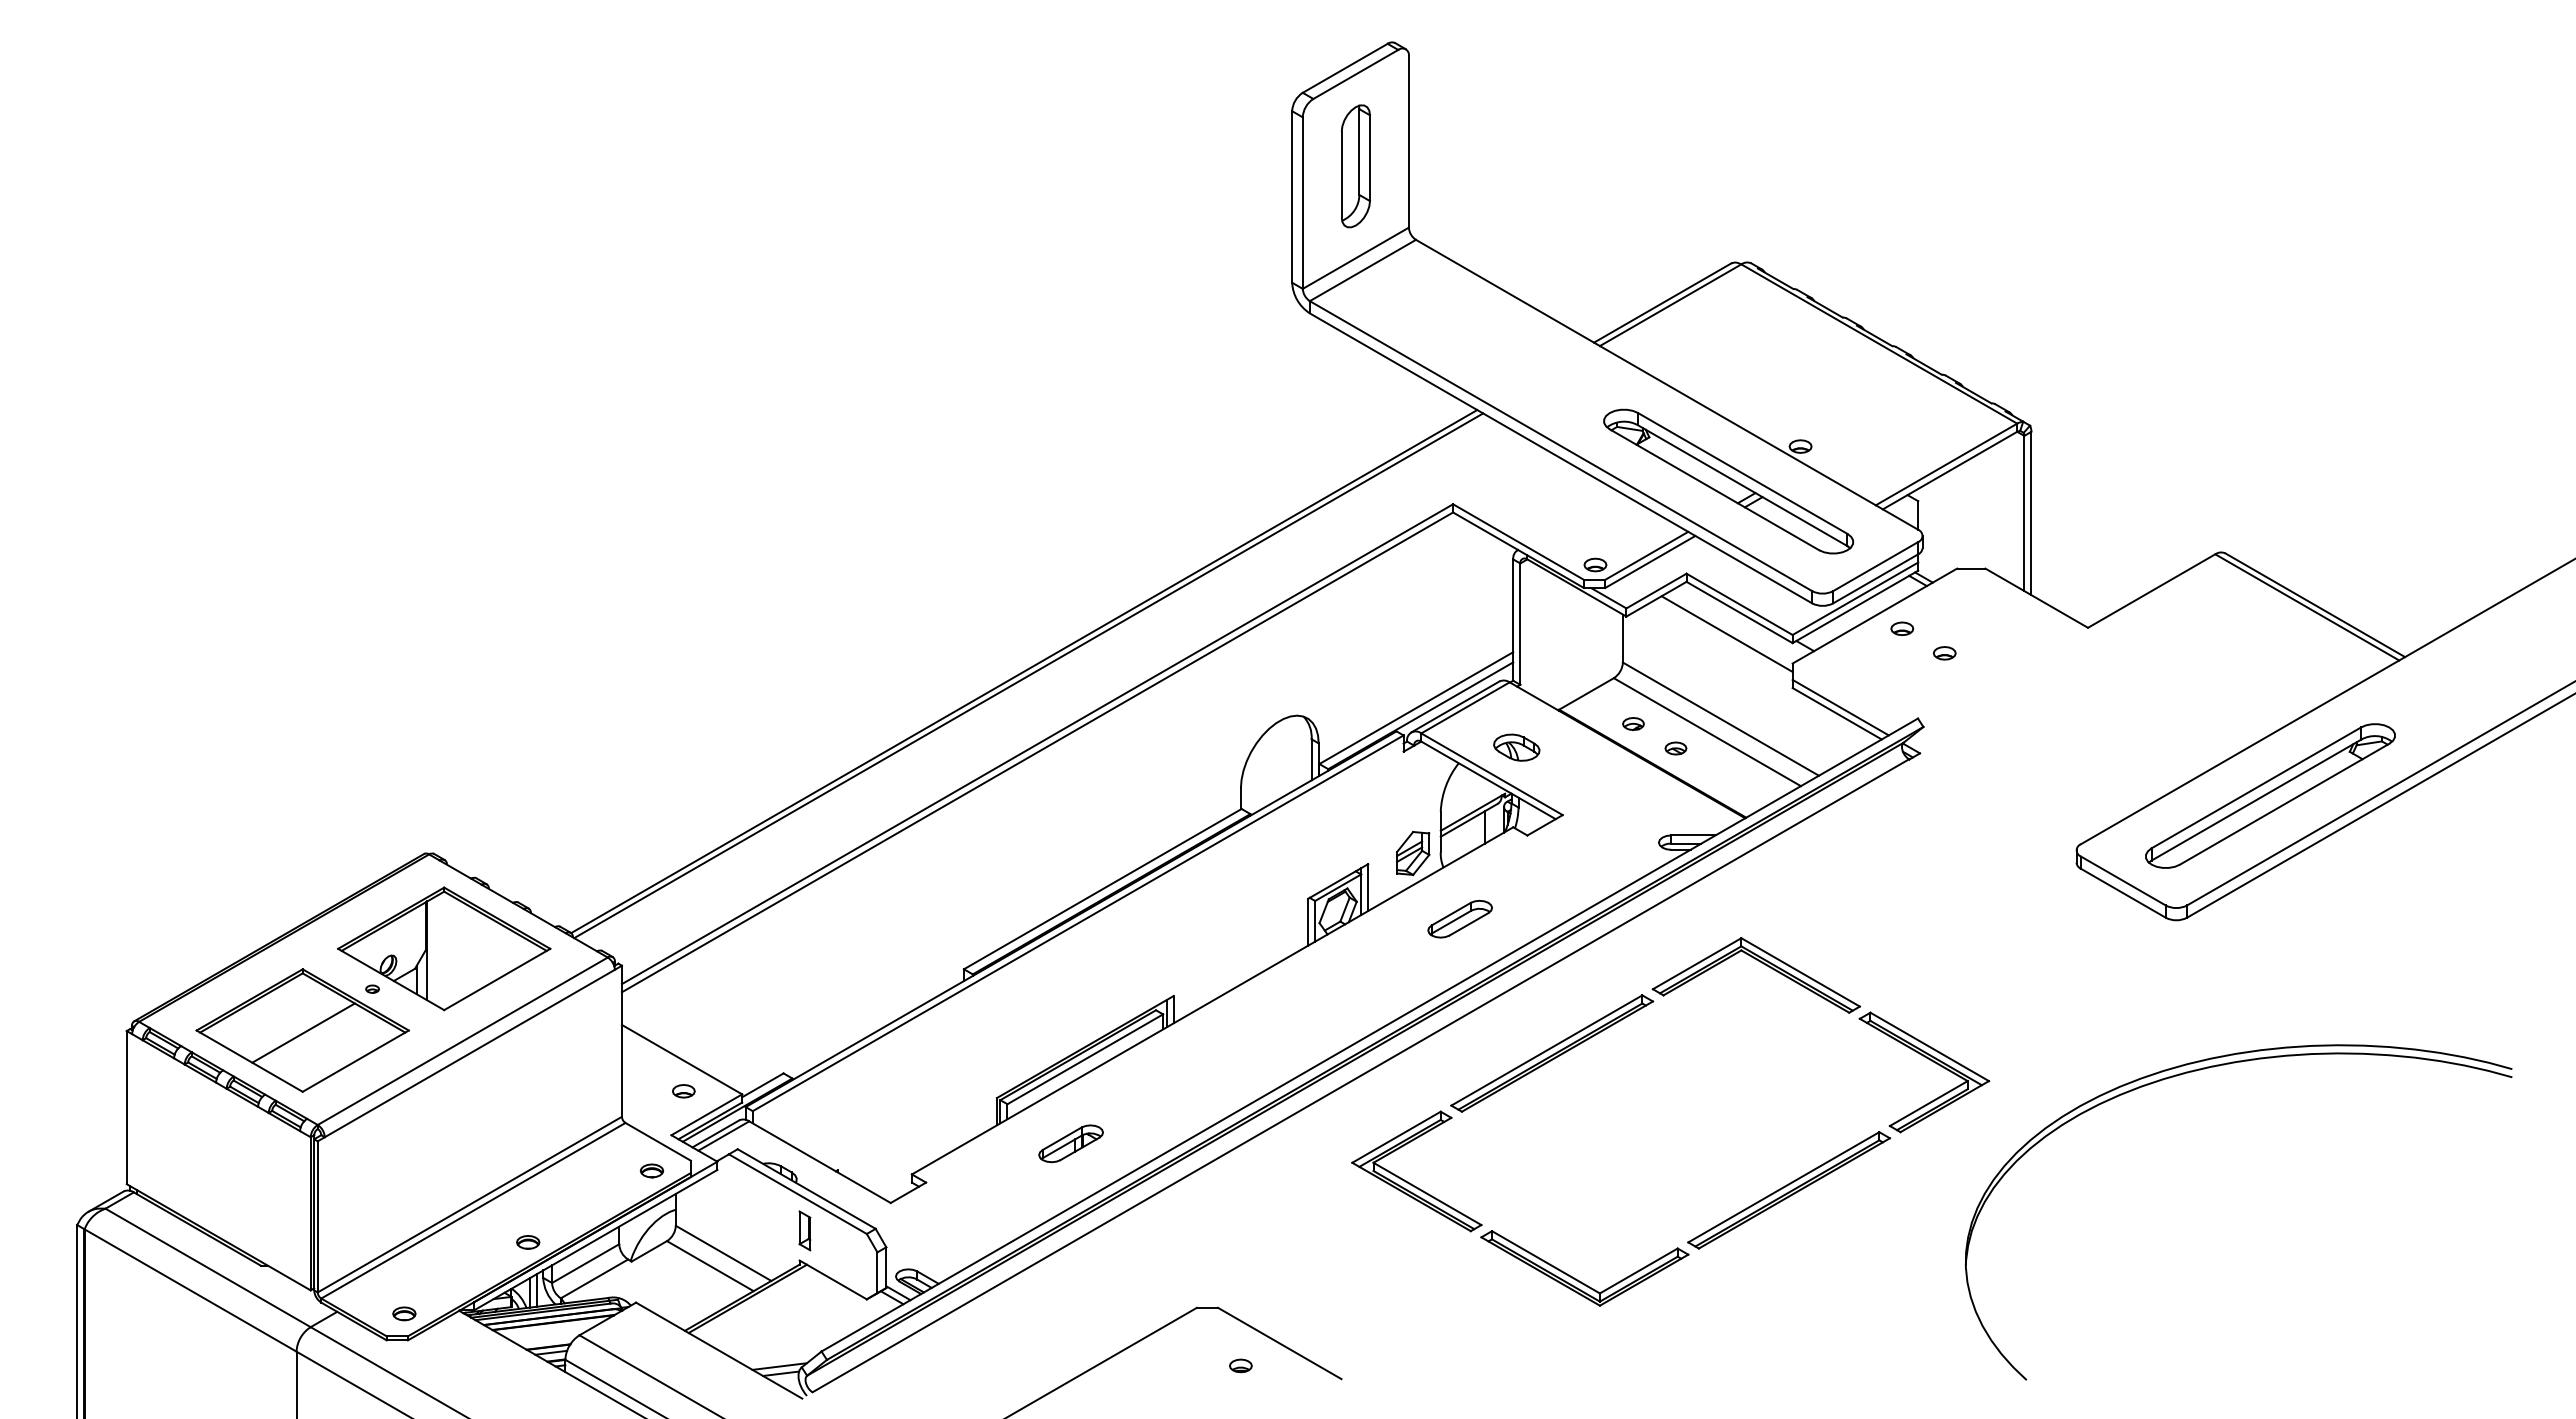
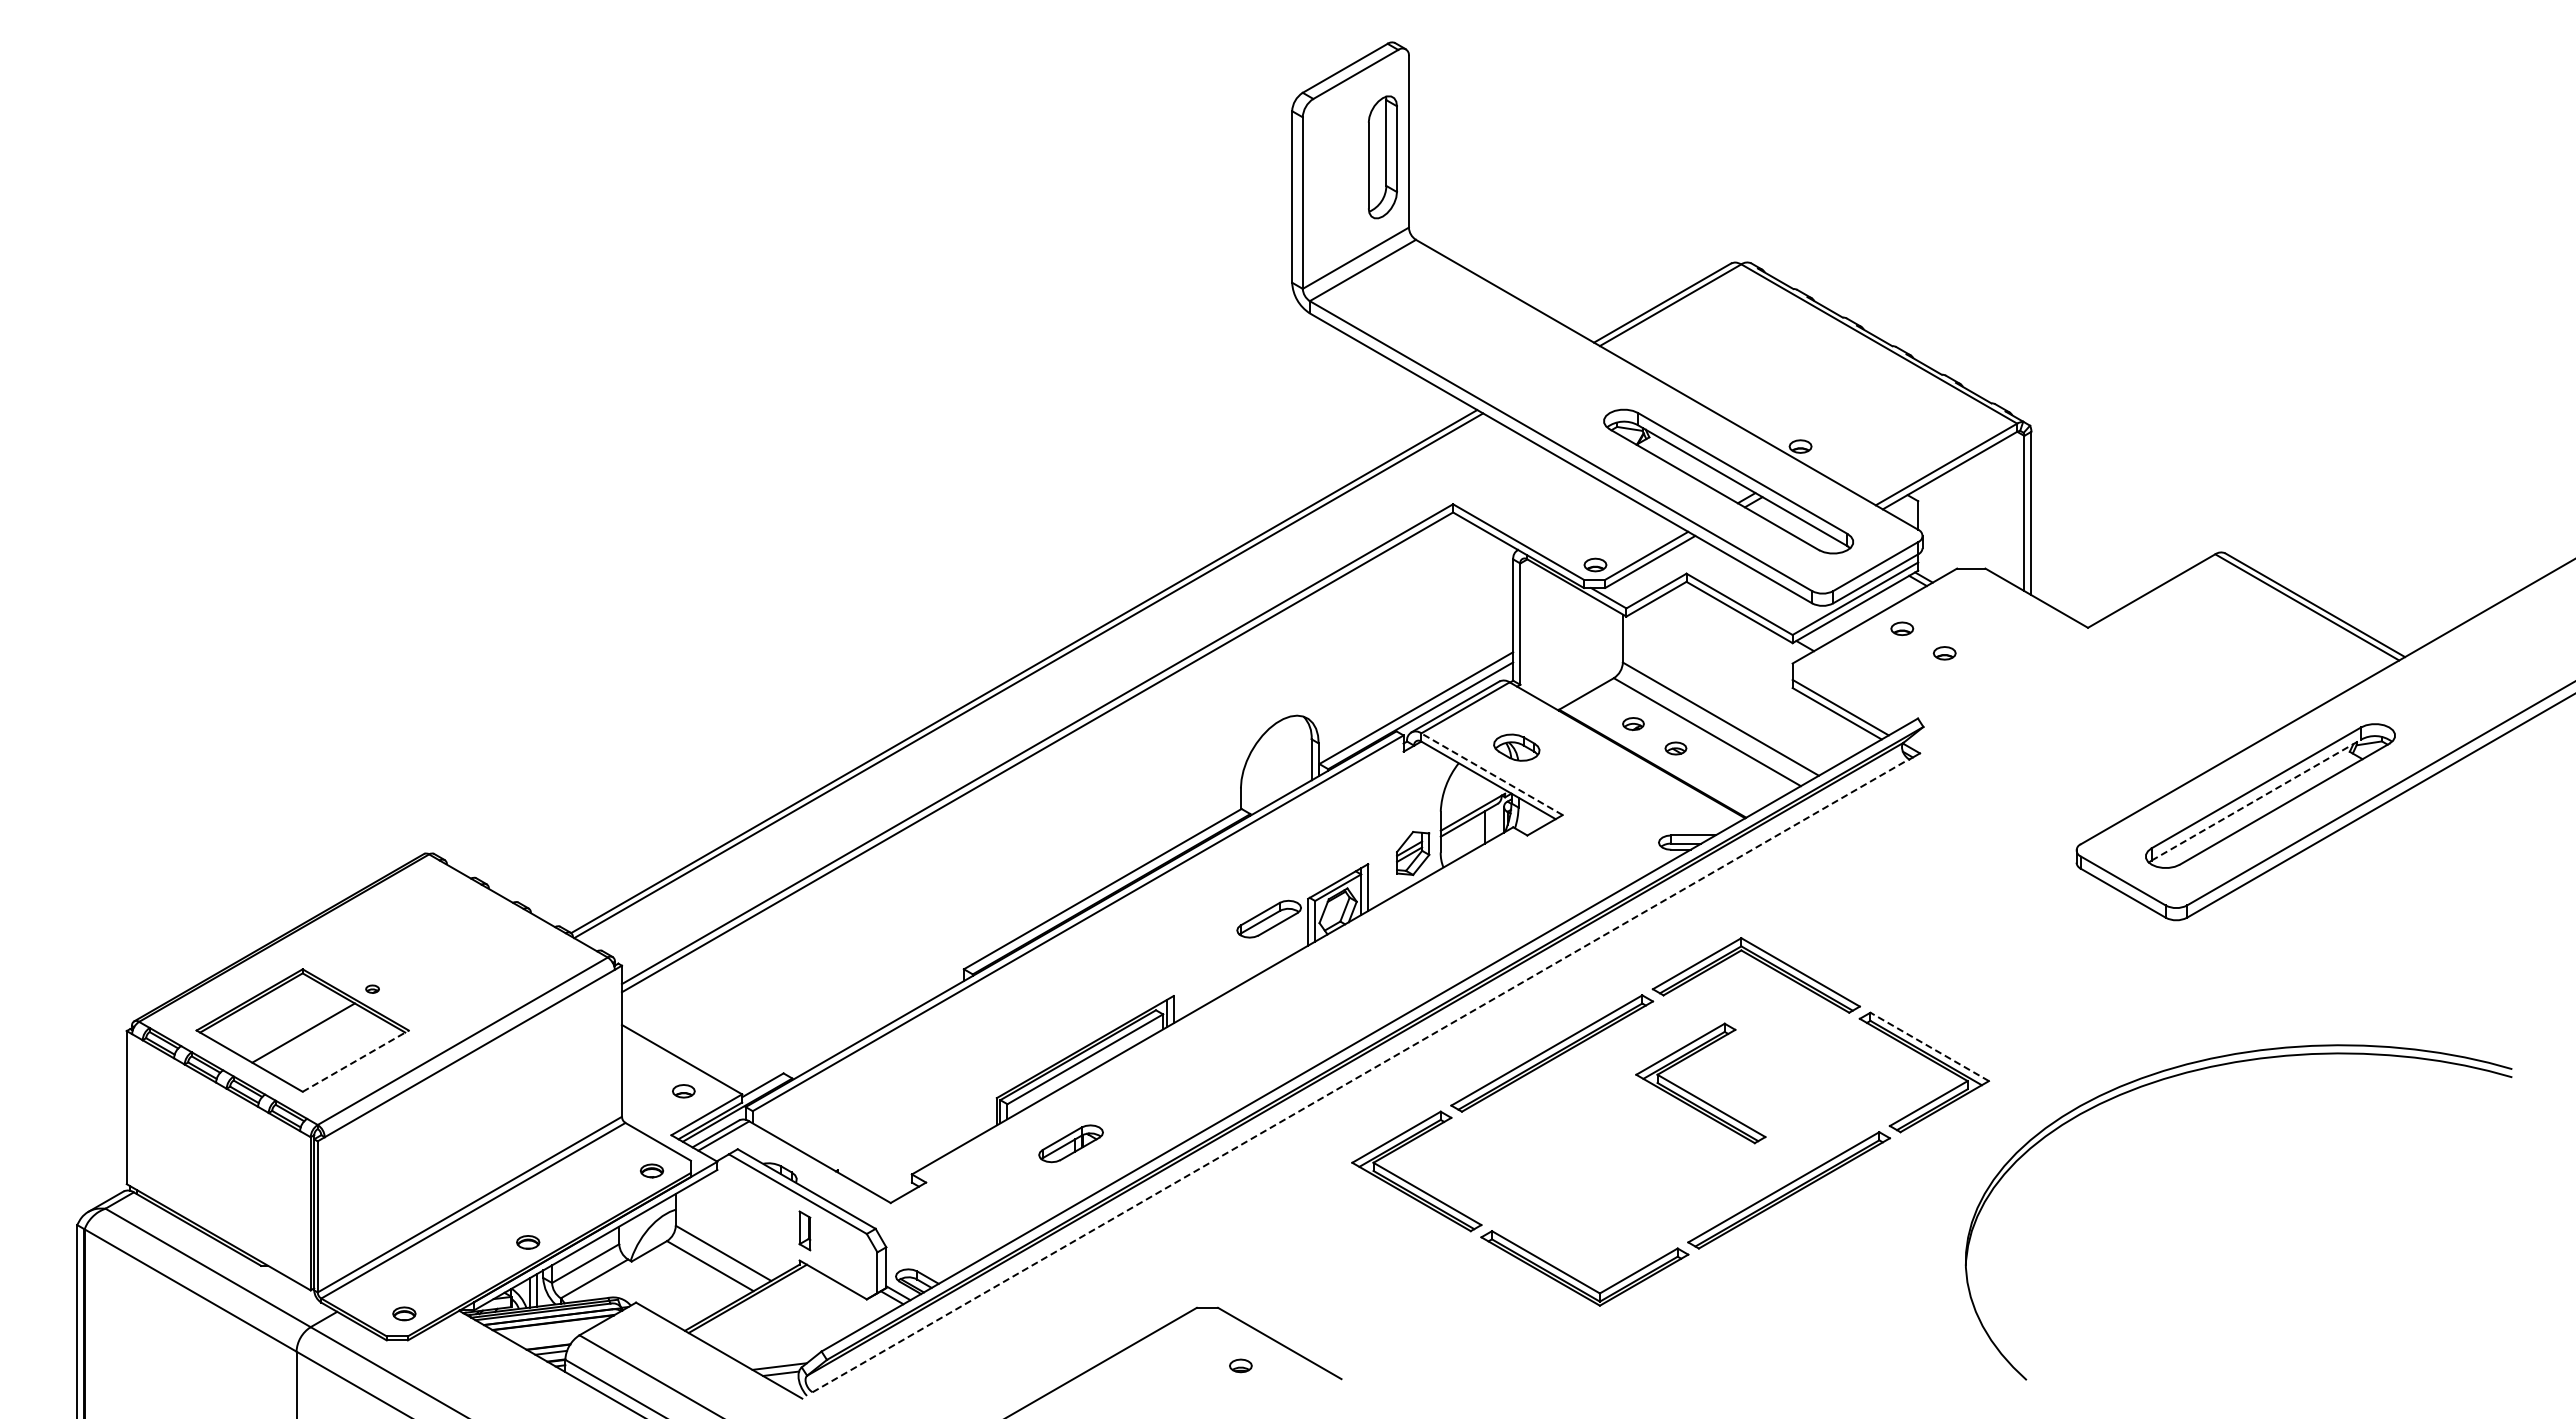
part at (1355, 166) position: (1355, 166) -> (1382, 157)
line at (1726, 633): present -> none
line at (1492, 774): solid -> dashed
line at (2256, 800): solid -> dashed
part at (1459, 918) position: (1459, 918) -> (1268, 918)
part at (444, 948): present -> none
line at (1929, 1046): solid -> dashed
line at (356, 1060): solid -> dashed
line at (1361, 1075): solid -> dashed
part at (1692, 1093): none -> present
